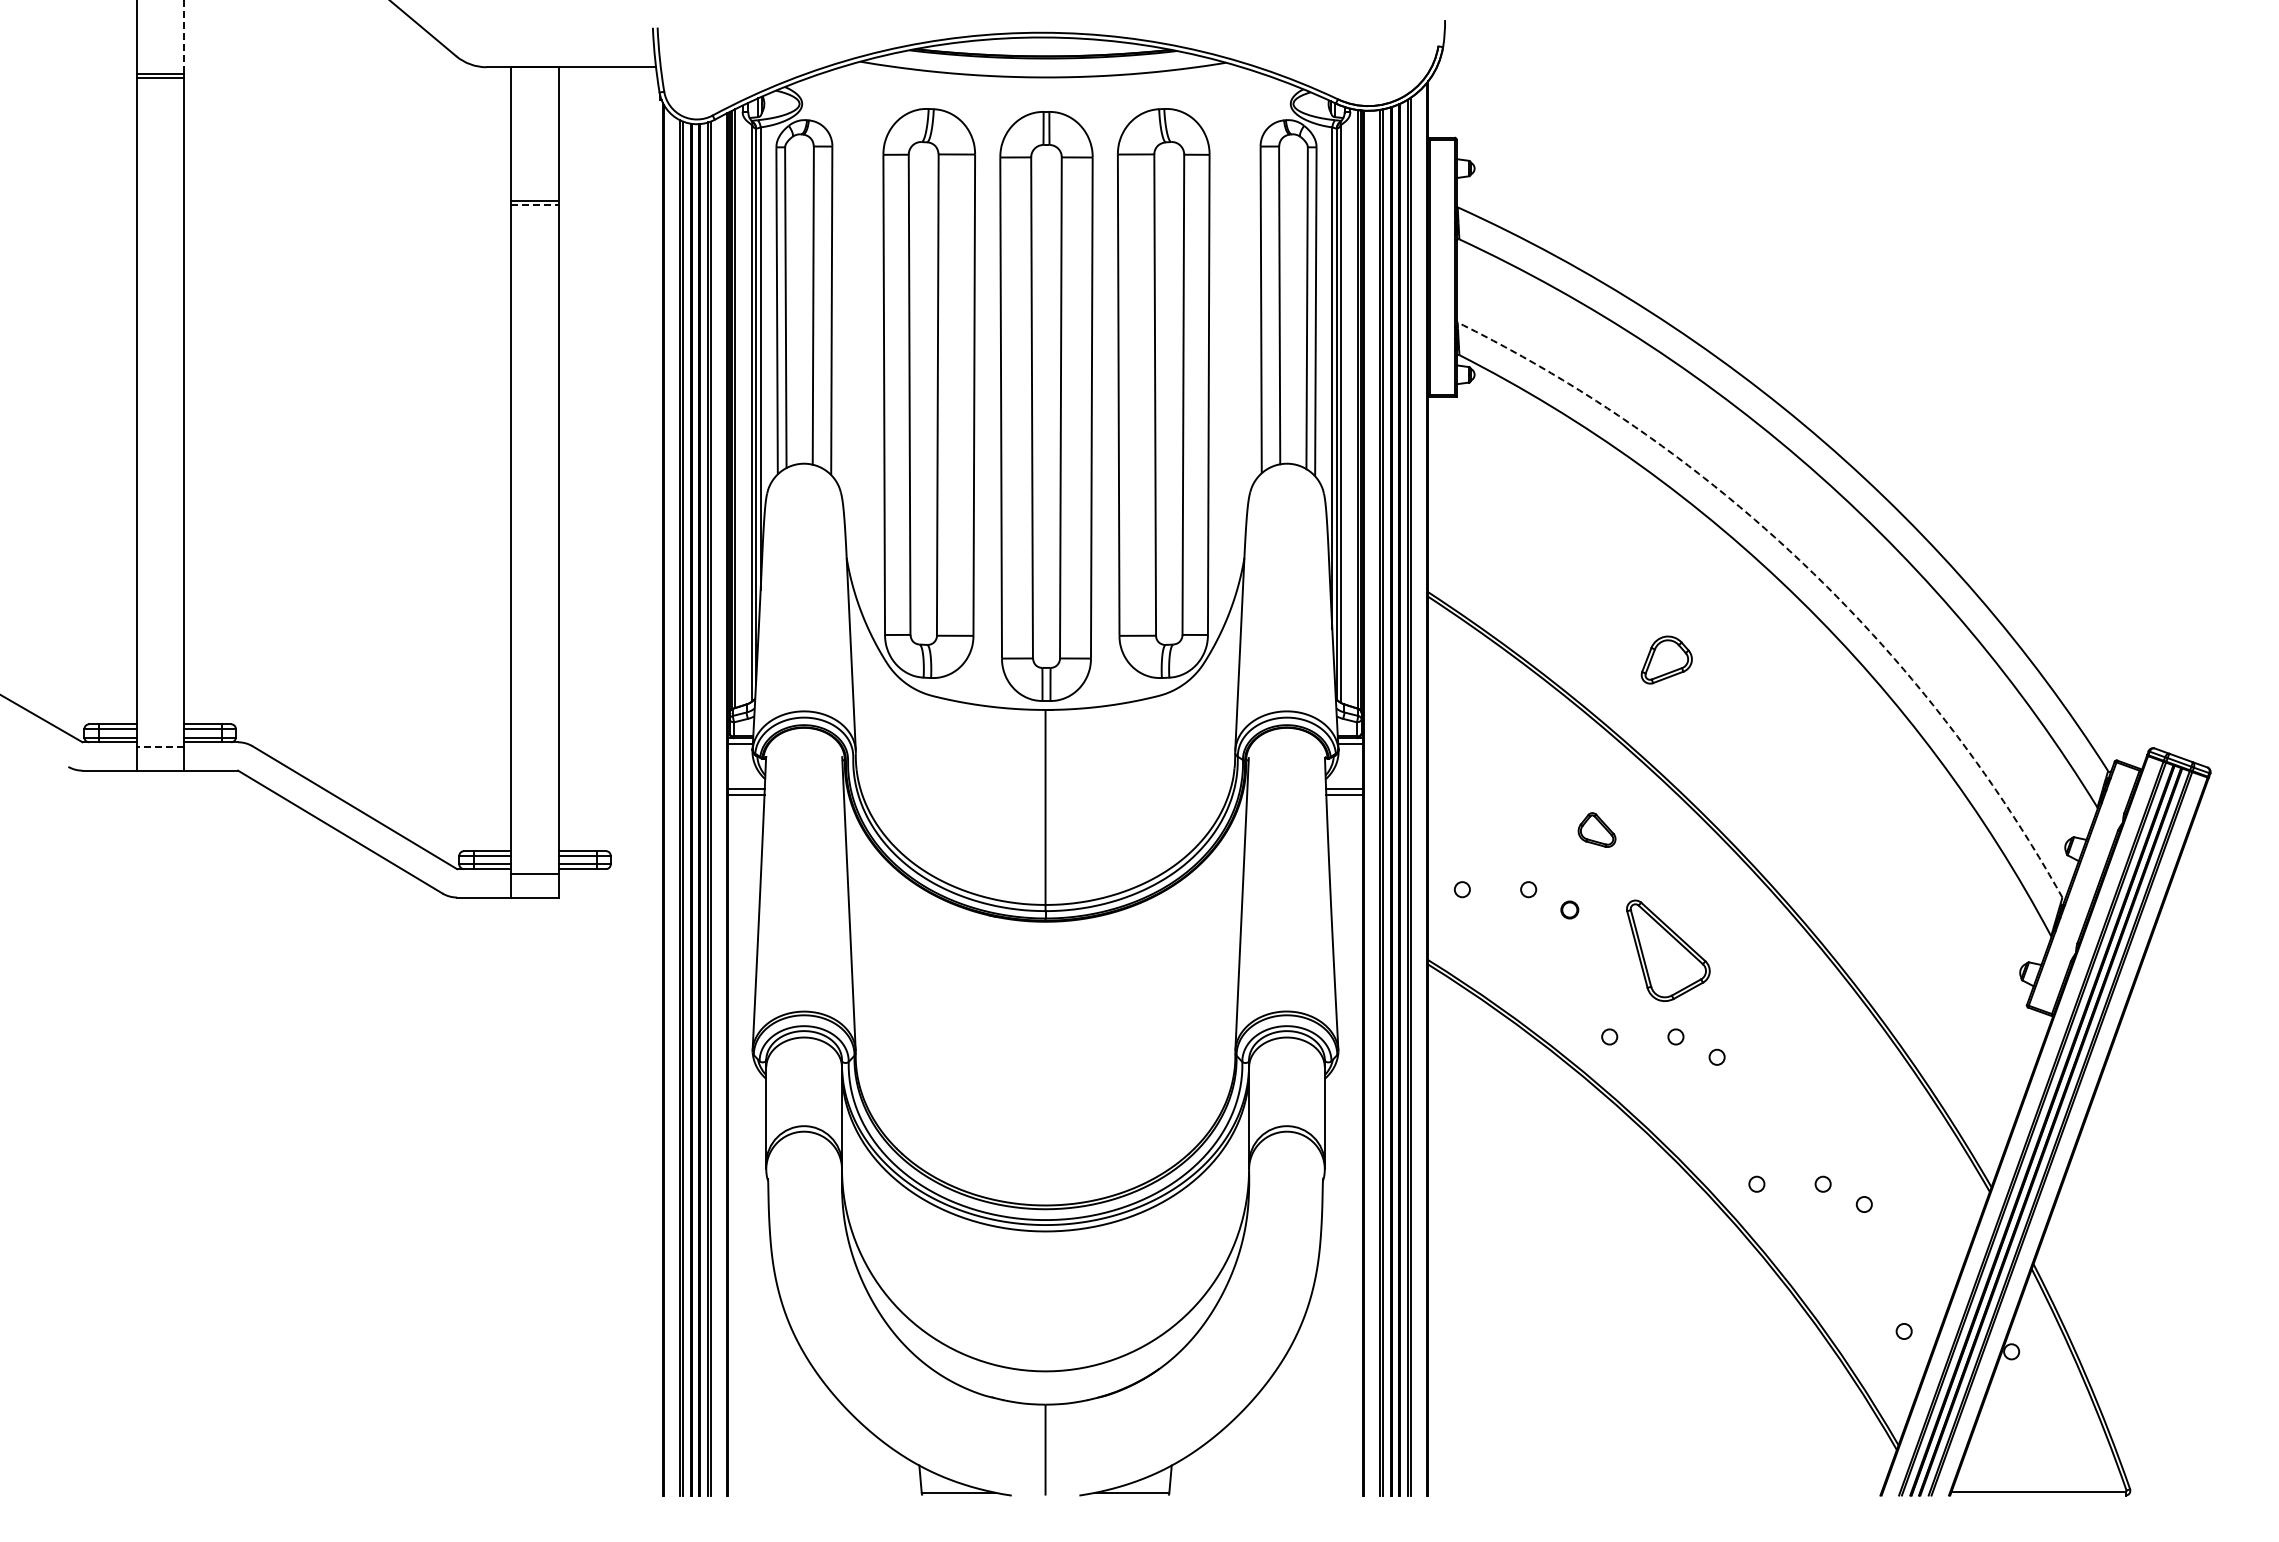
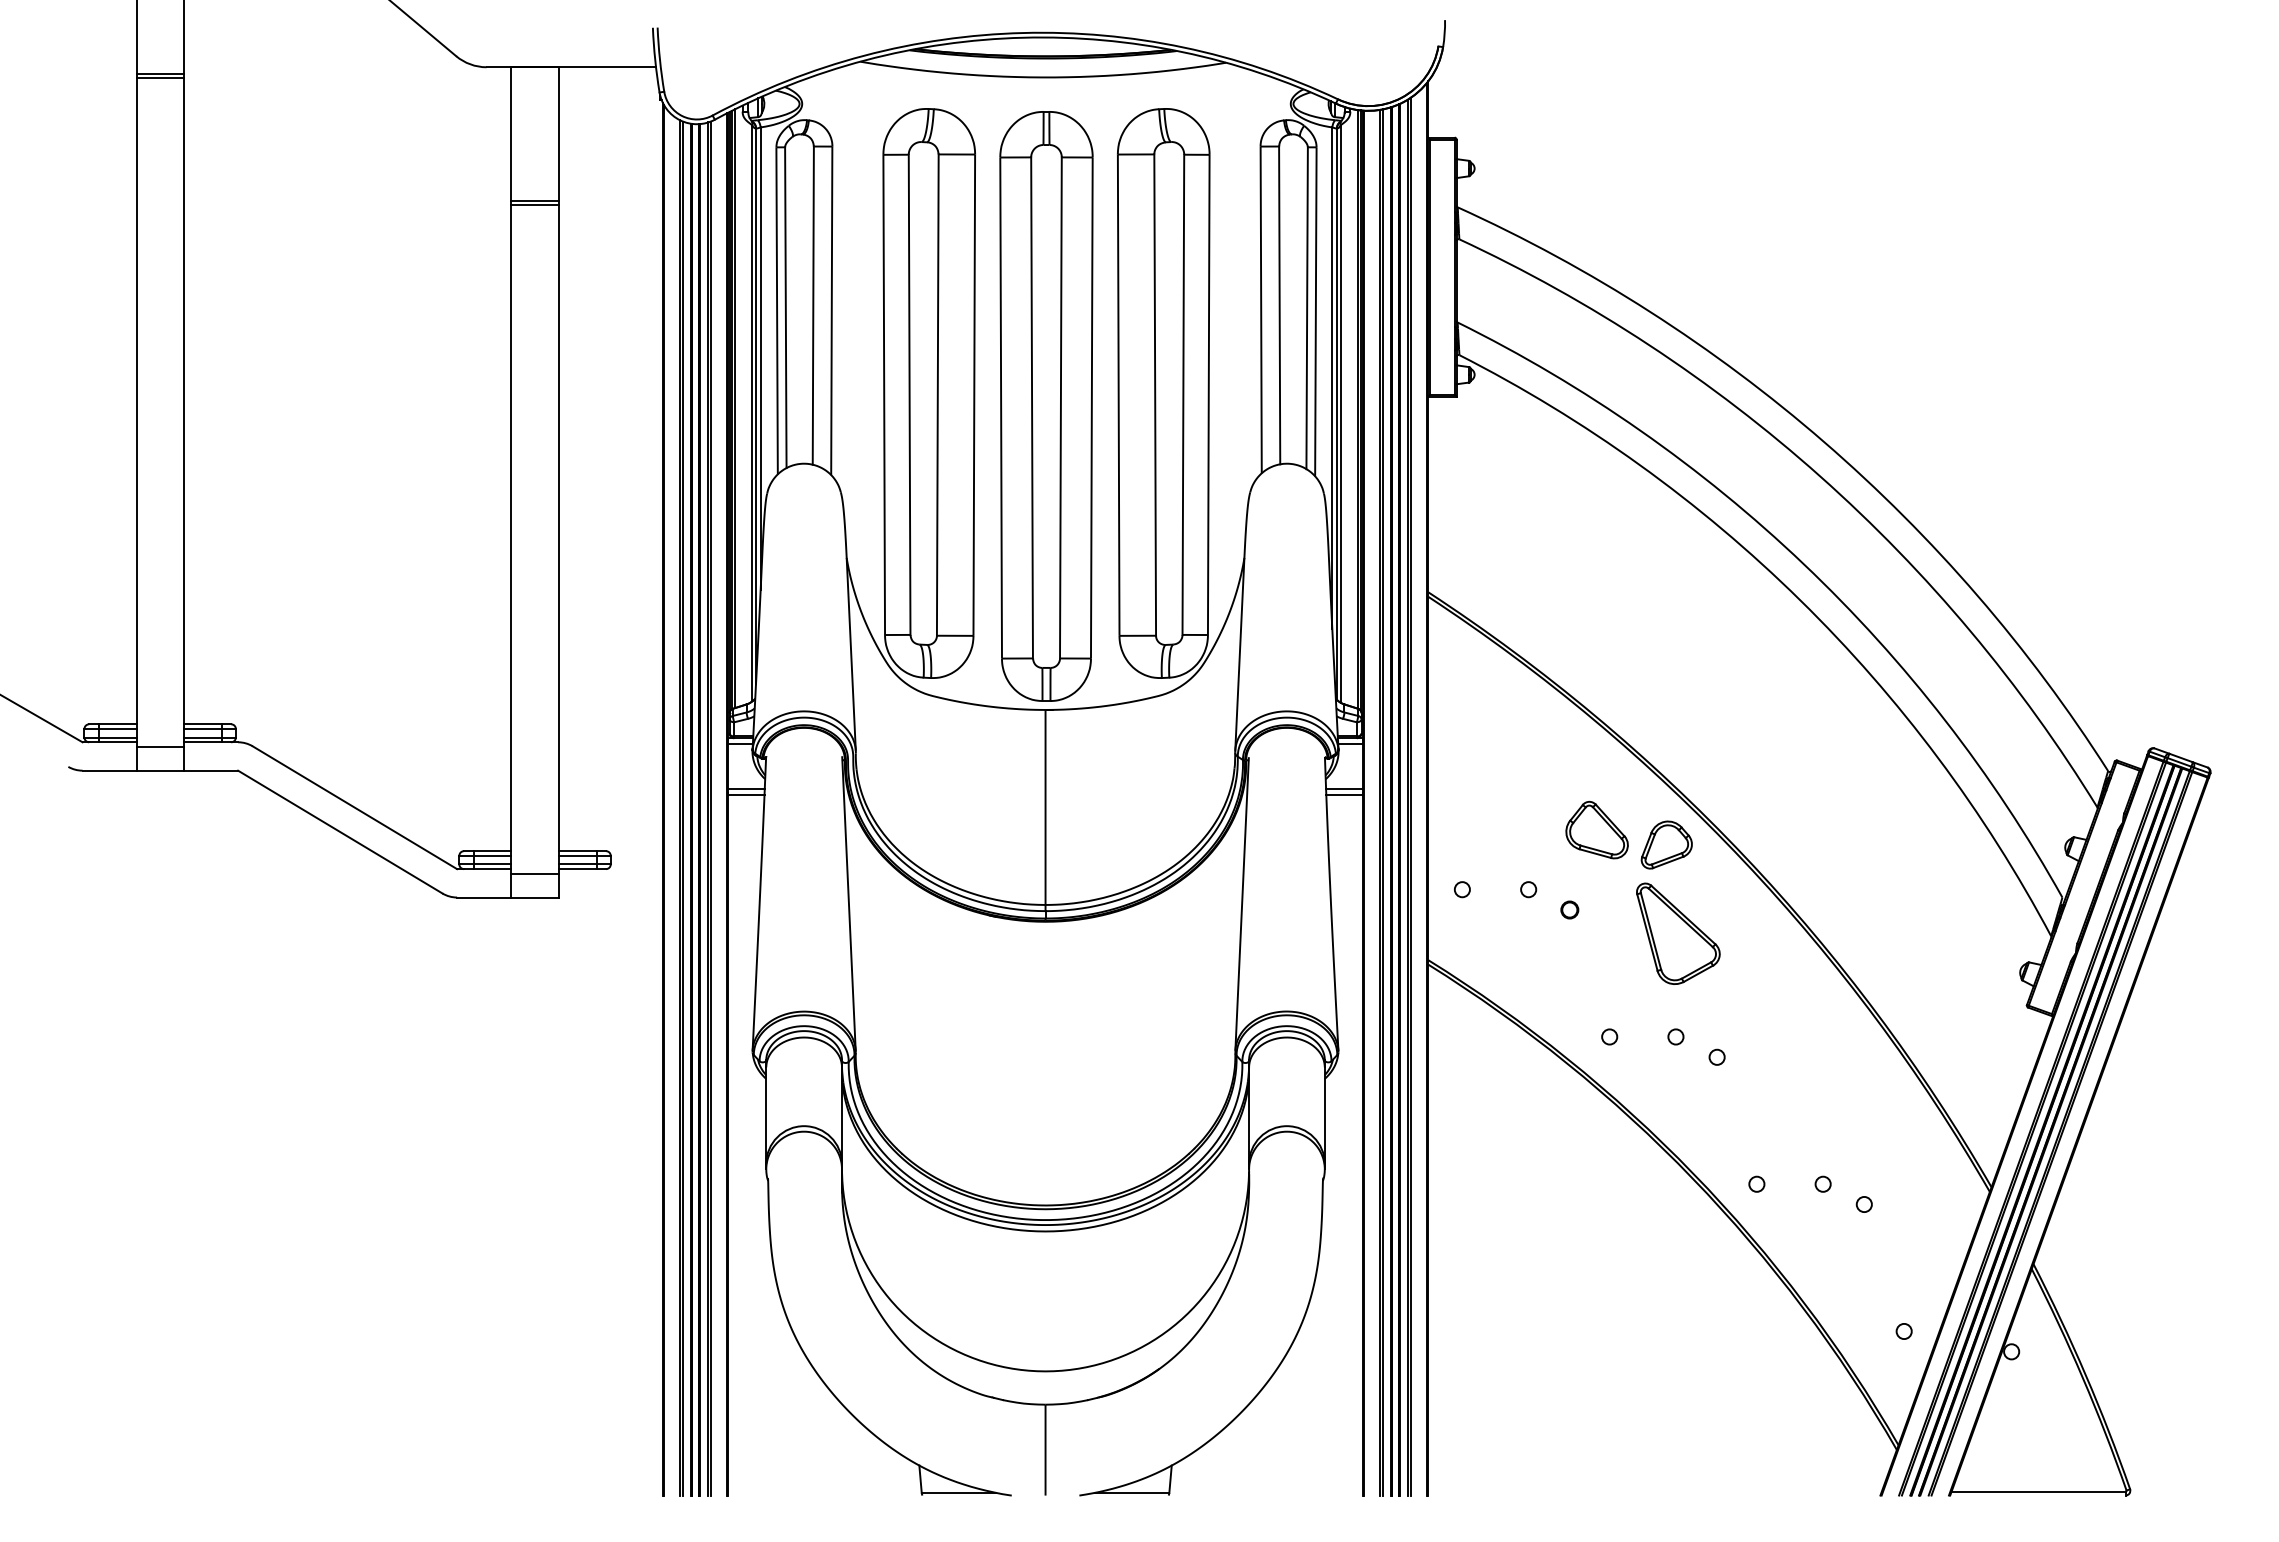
line at (183, 36): dashed -> solid
line at (535, 205): dashed -> solid
arc at (1803, 564): dashed -> solid
part at (1666, 659) position: (1666, 659) -> (1666, 844)
line at (160, 746): dashed -> solid
part at (1596, 829) size: 40x36 px -> 64x60 px
part at (1668, 950) position: (1668, 950) -> (1678, 933)
